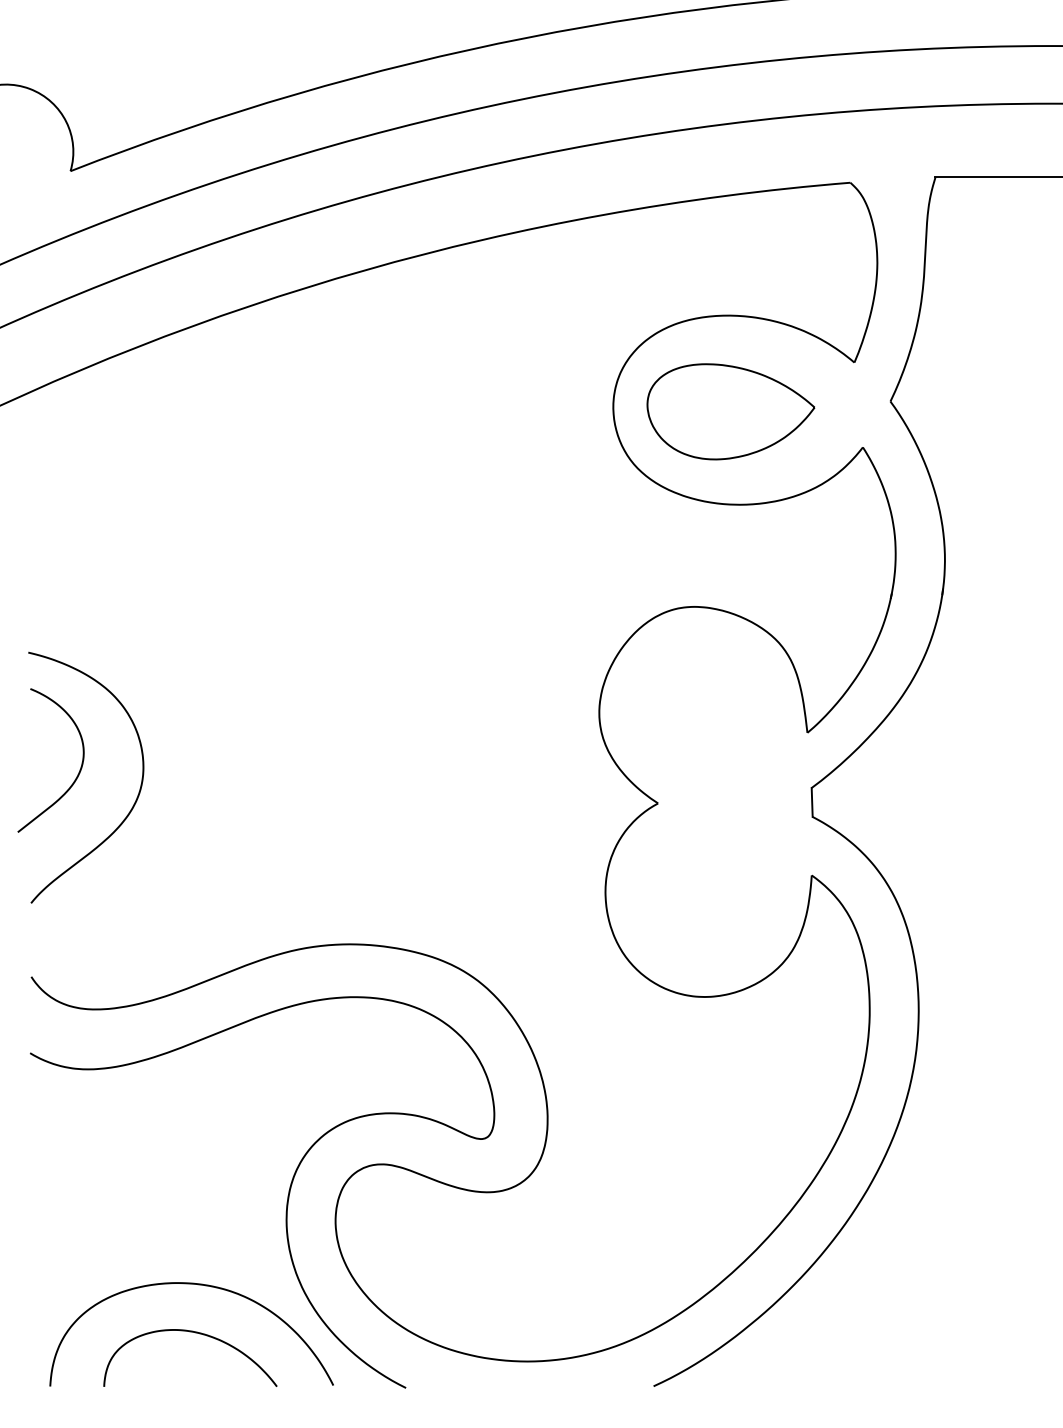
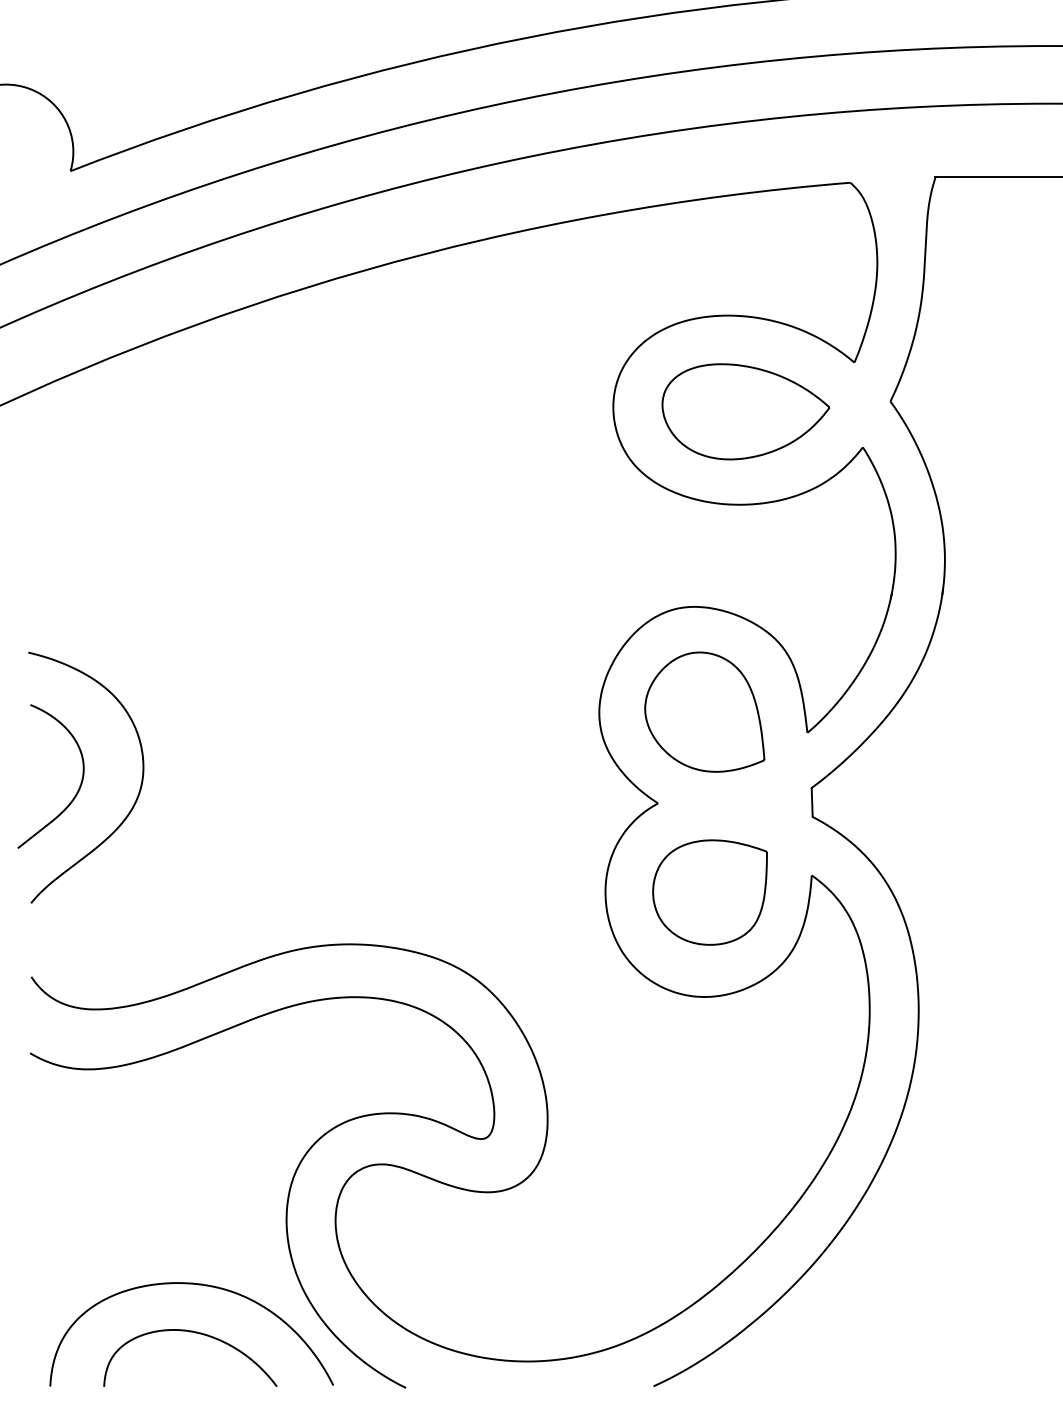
part at (730, 411) position: (730, 411) -> (745, 411)
part at (704, 711): none -> present
curve at (79, 769) position: (79, 769) -> (79, 785)
part at (709, 892): none -> present
